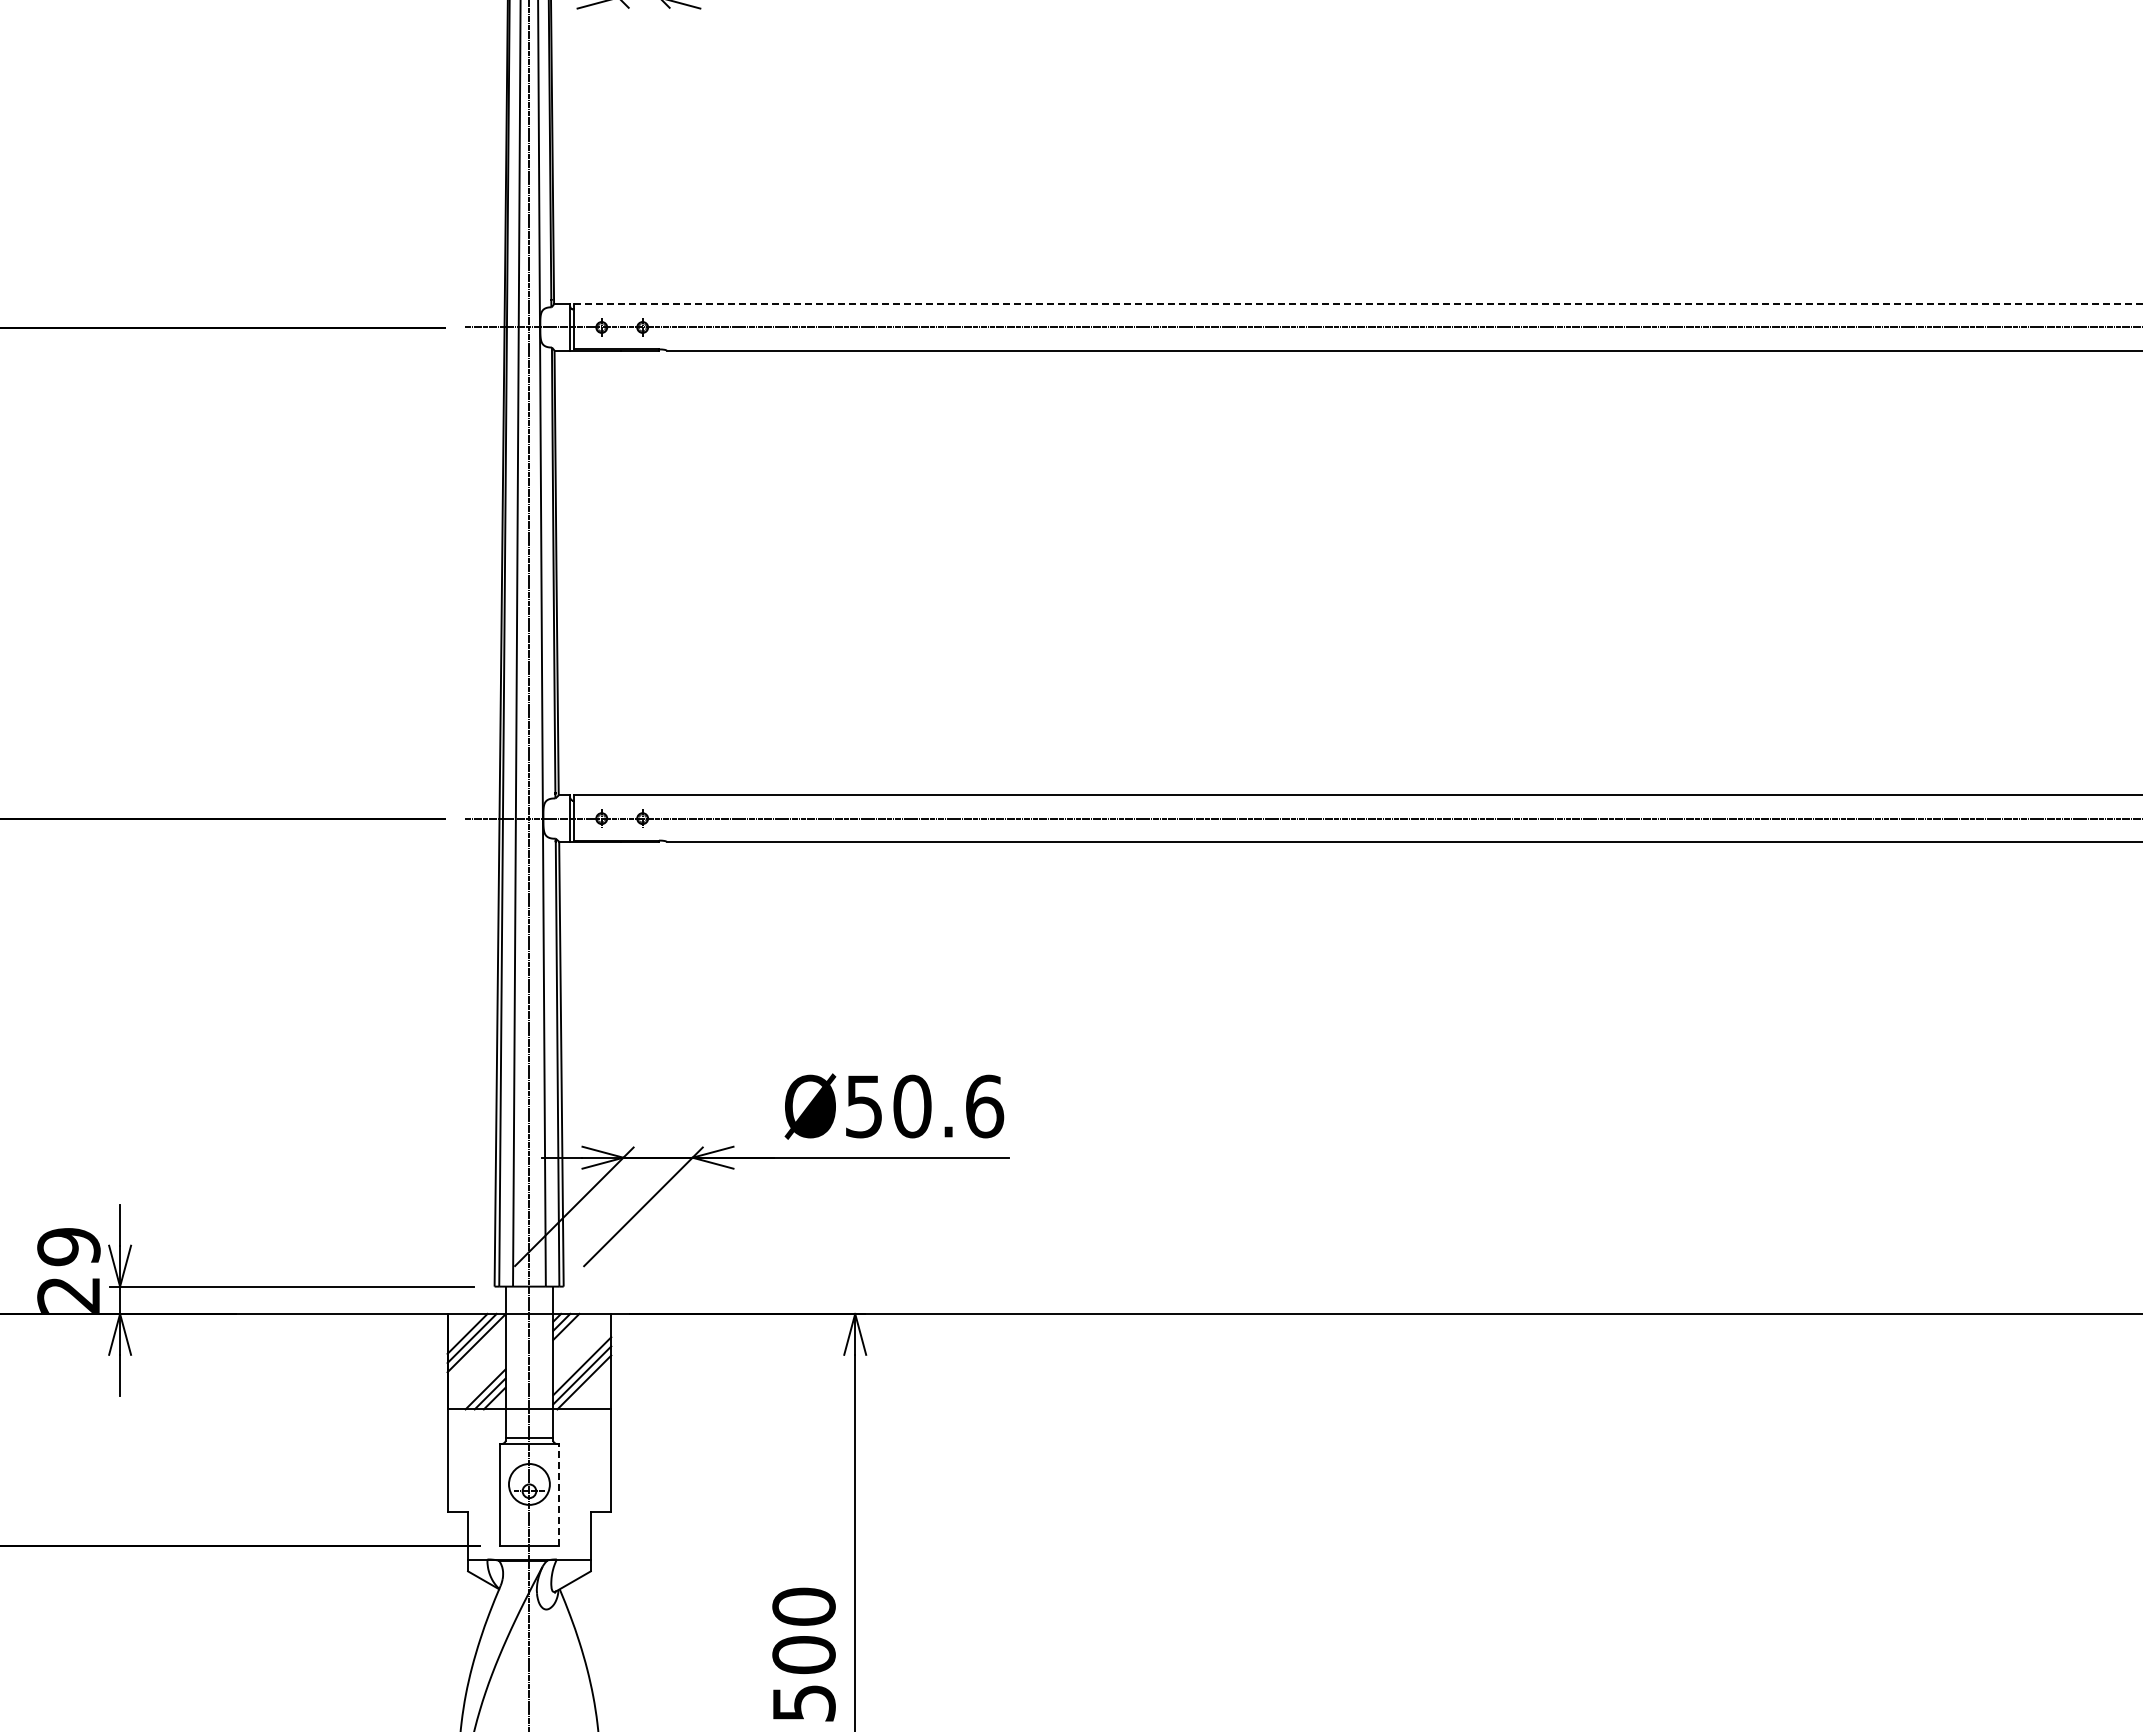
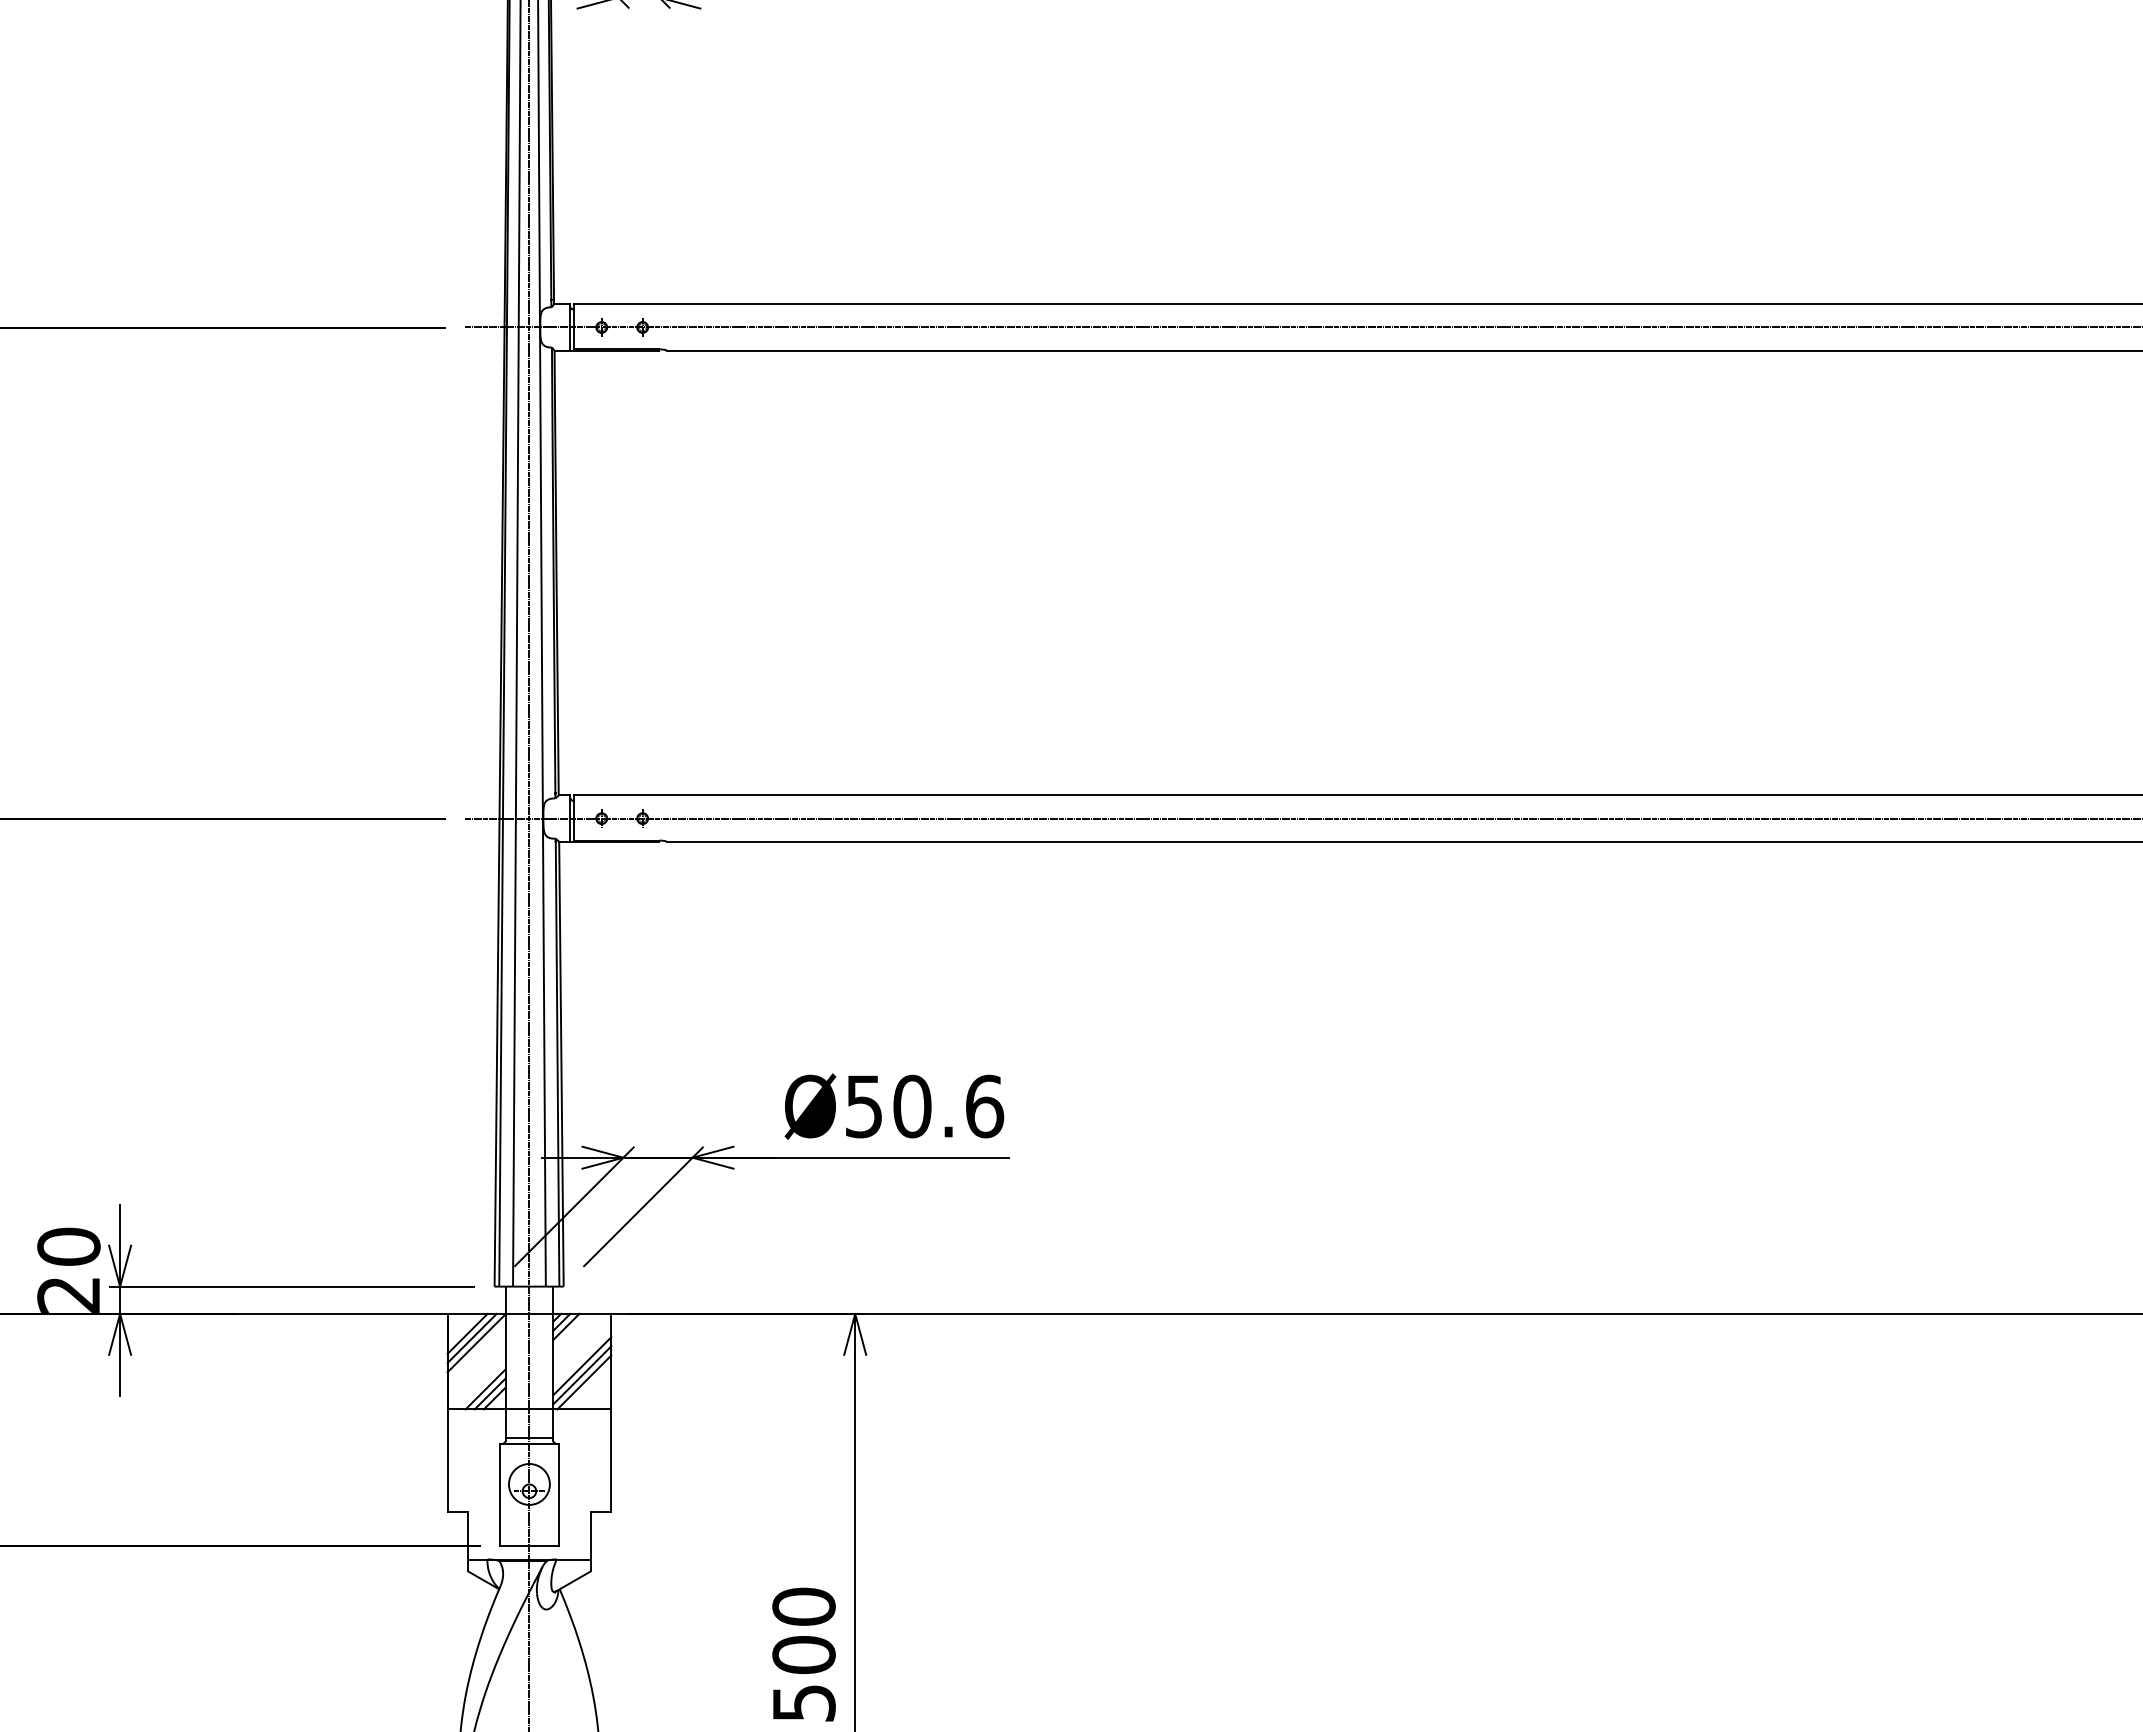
line at (1358, 304): dashed -> solid
text at (68, 1246): 29 -> 20
line at (558, 1494): dashed -> solid
